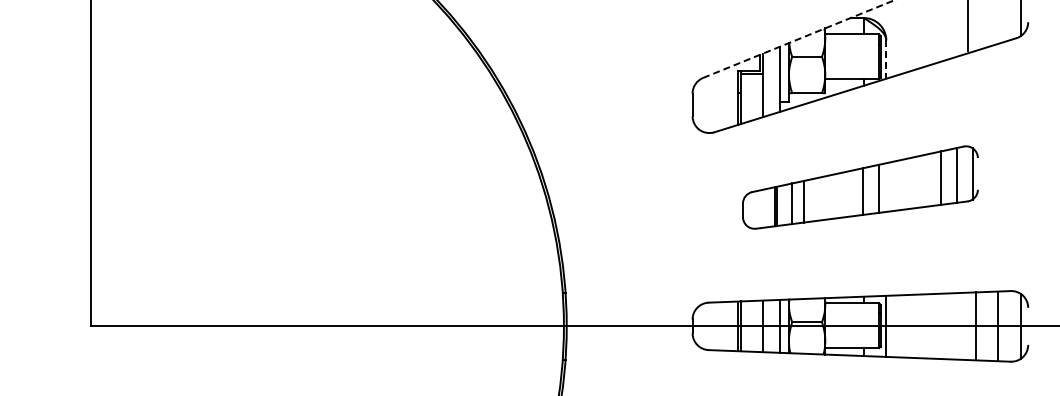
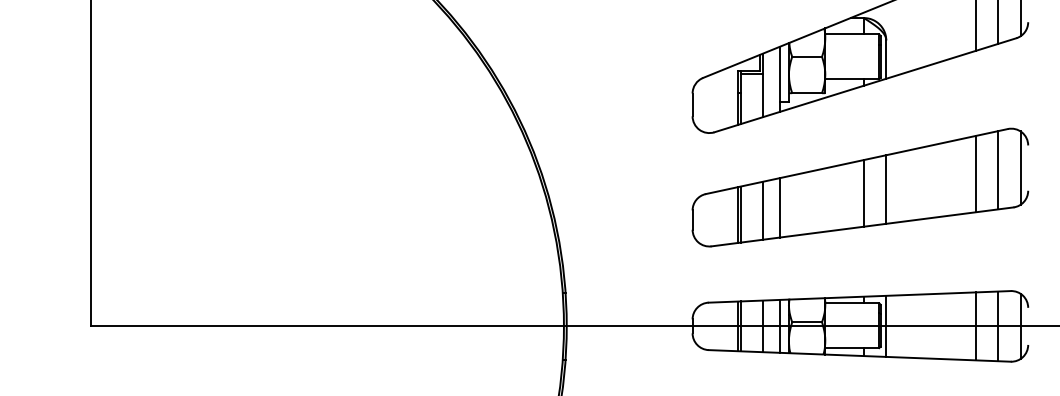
line at (998, 22): none -> present
line at (967, 26) position: (967, 26) -> (975, 26)
line at (798, 39): dashed -> solid
line at (886, 60): dashed -> solid
part at (860, 187) size: 237x85 px -> 339x121 px
